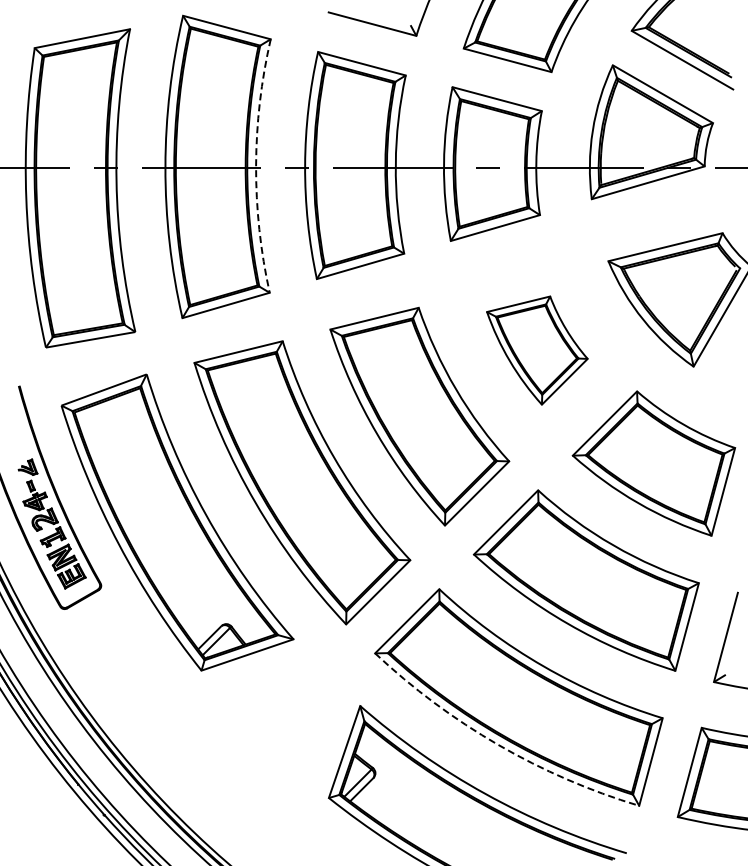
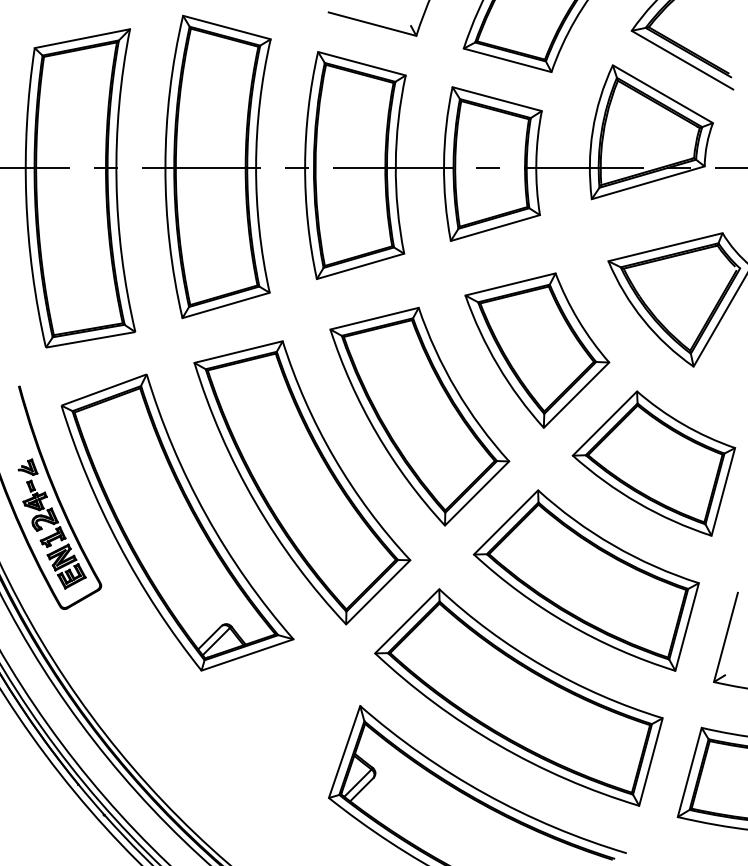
arc at (256, 165): dashed -> solid
part at (537, 350) size: 103x111 px -> 147x157 px
arc at (498, 744): dashed -> solid
